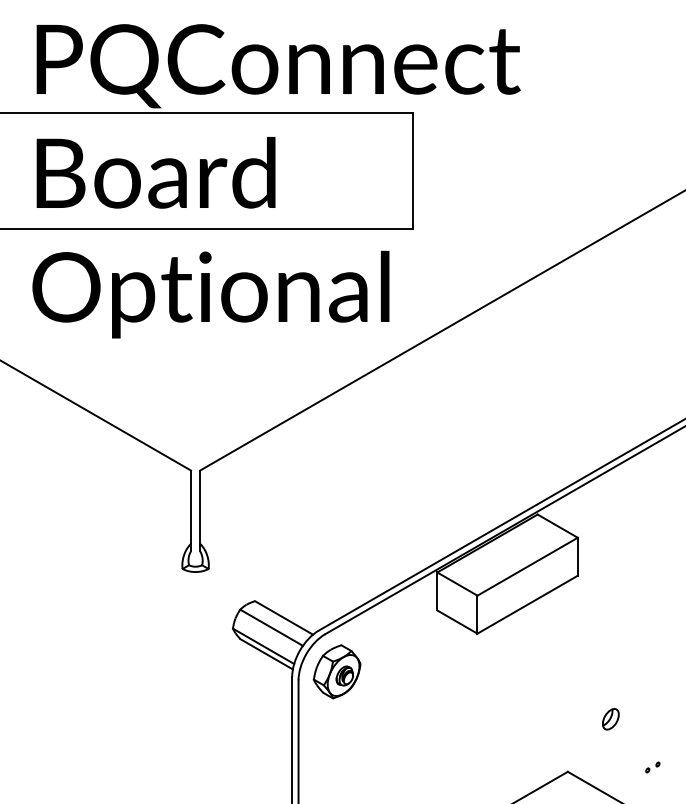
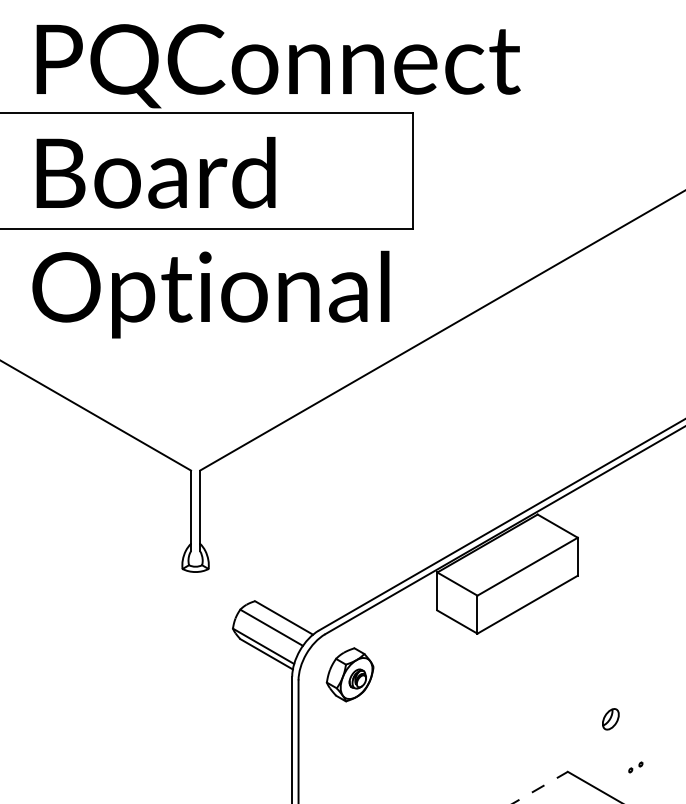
part at (336, 671) position: (336, 671) -> (349, 674)
part at (652, 767) position: (652, 767) -> (635, 767)
line at (540, 787): solid -> dashed
